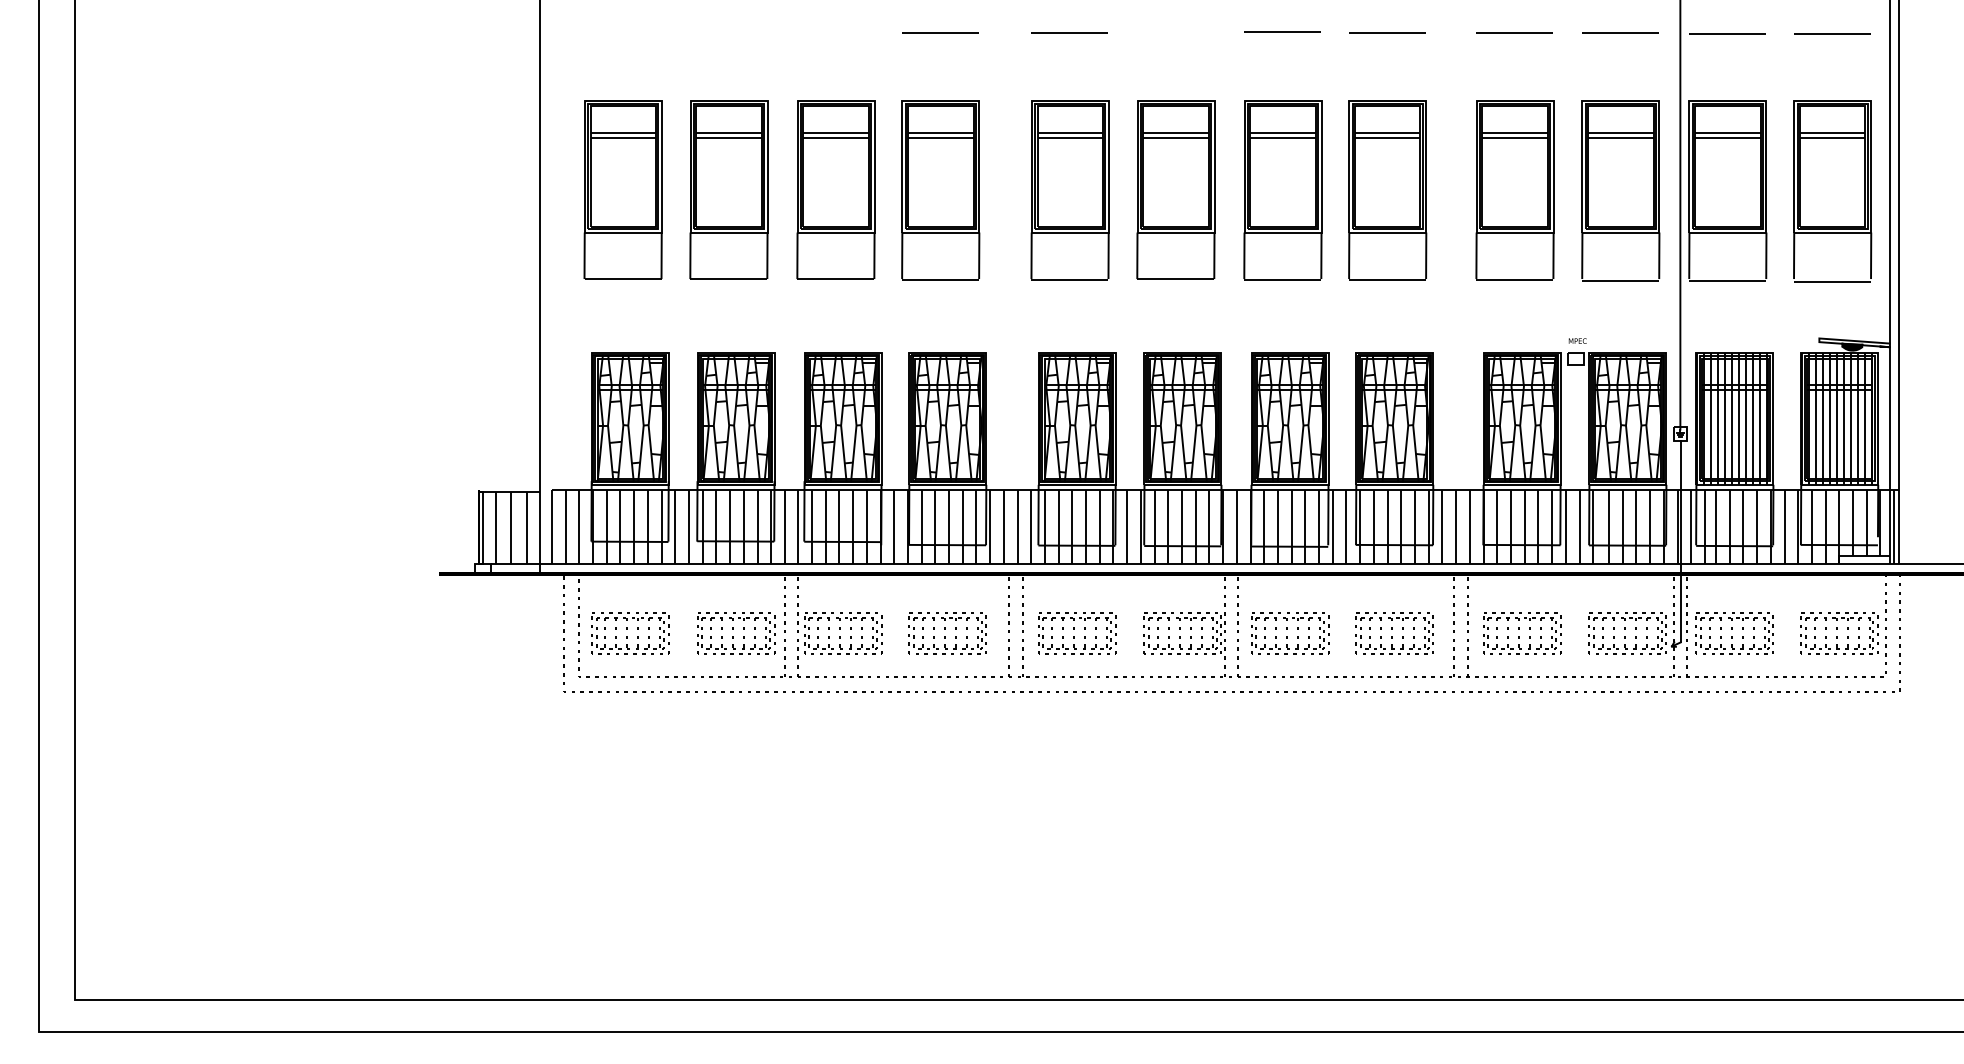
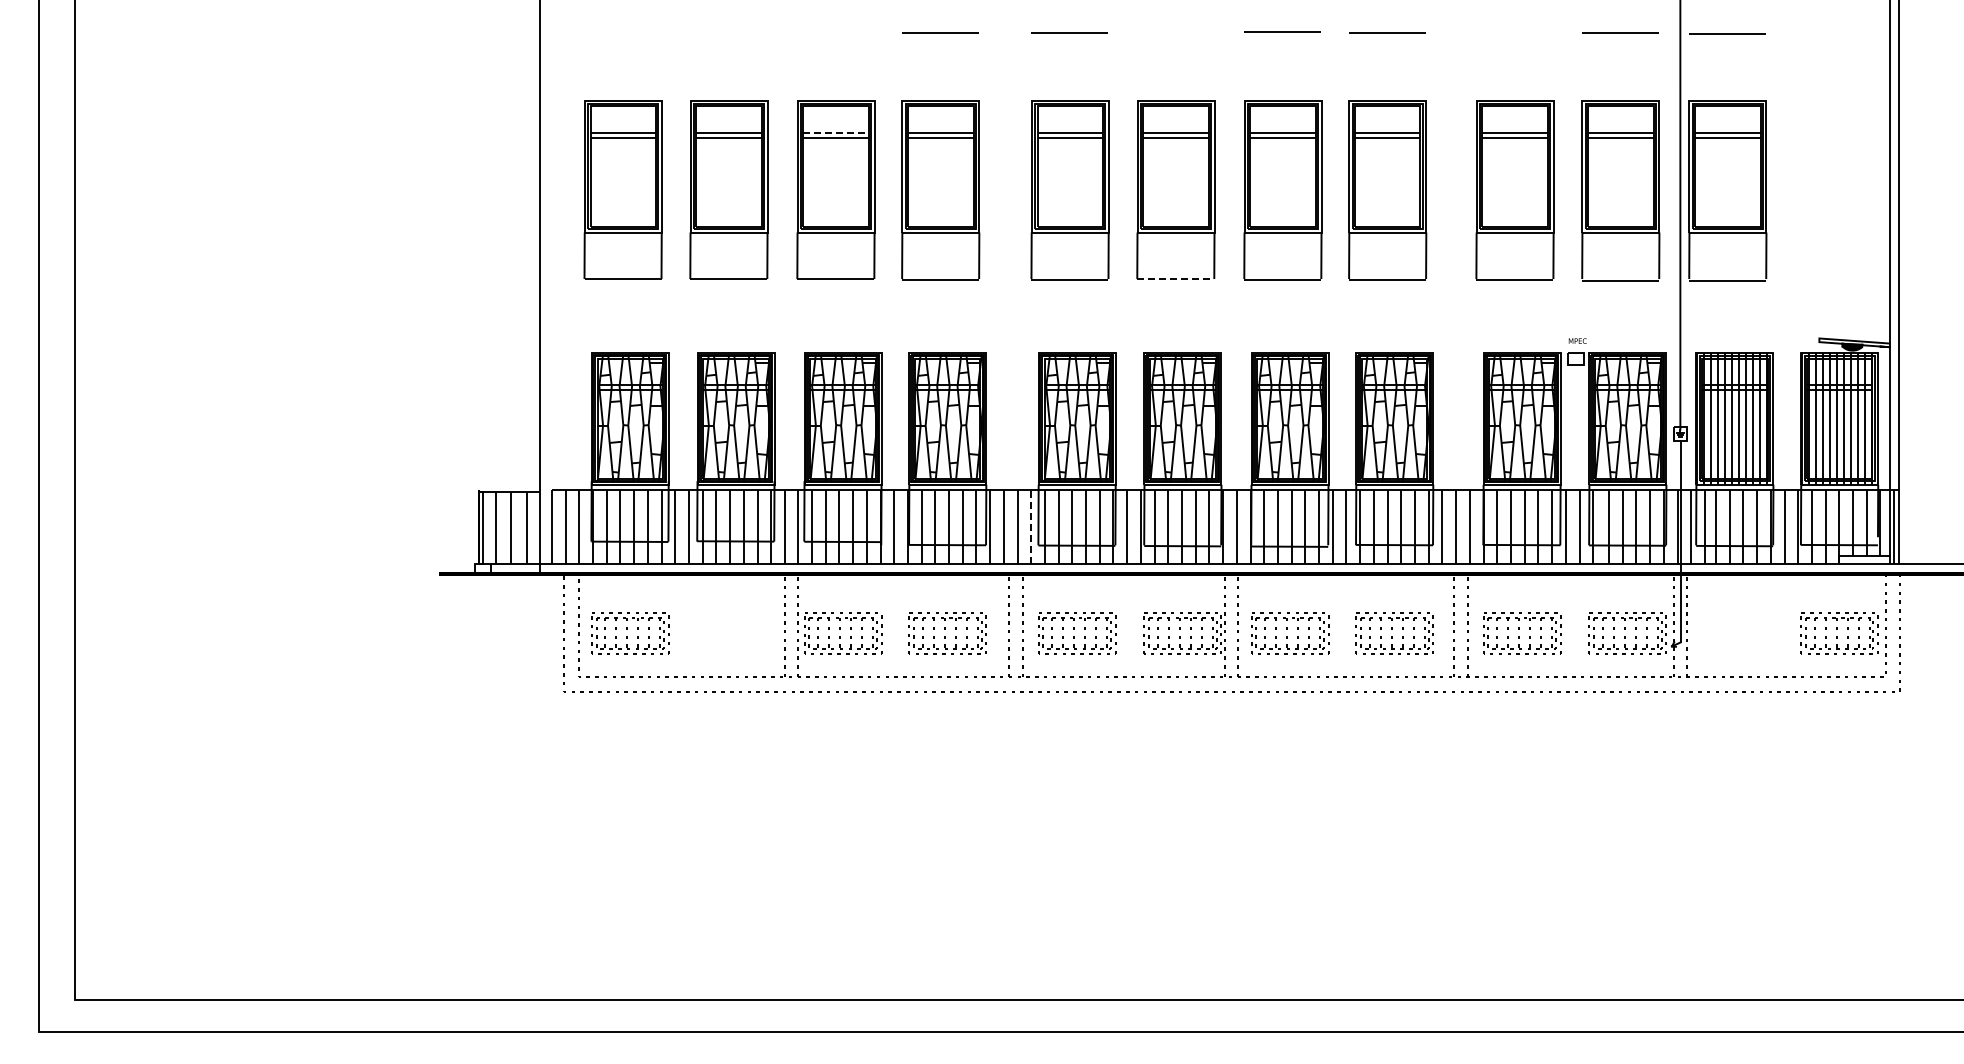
line at (1514, 32): present -> none
line at (1832, 33): present -> none
line at (836, 132): solid -> dashed
part at (1832, 191): present -> none
line at (1175, 279): solid -> dashed
line at (1031, 526): solid -> dashed
part at (736, 633): present -> none
part at (1734, 633): present -> none
